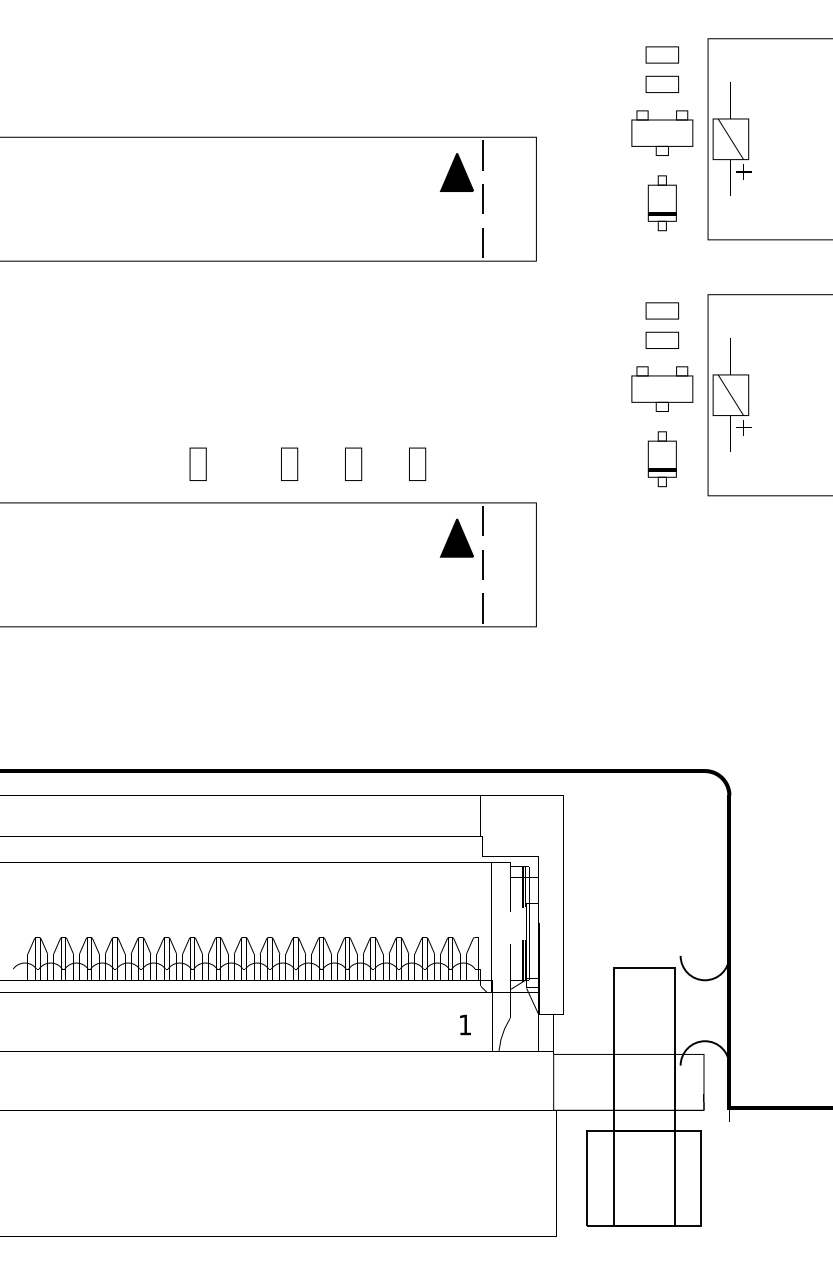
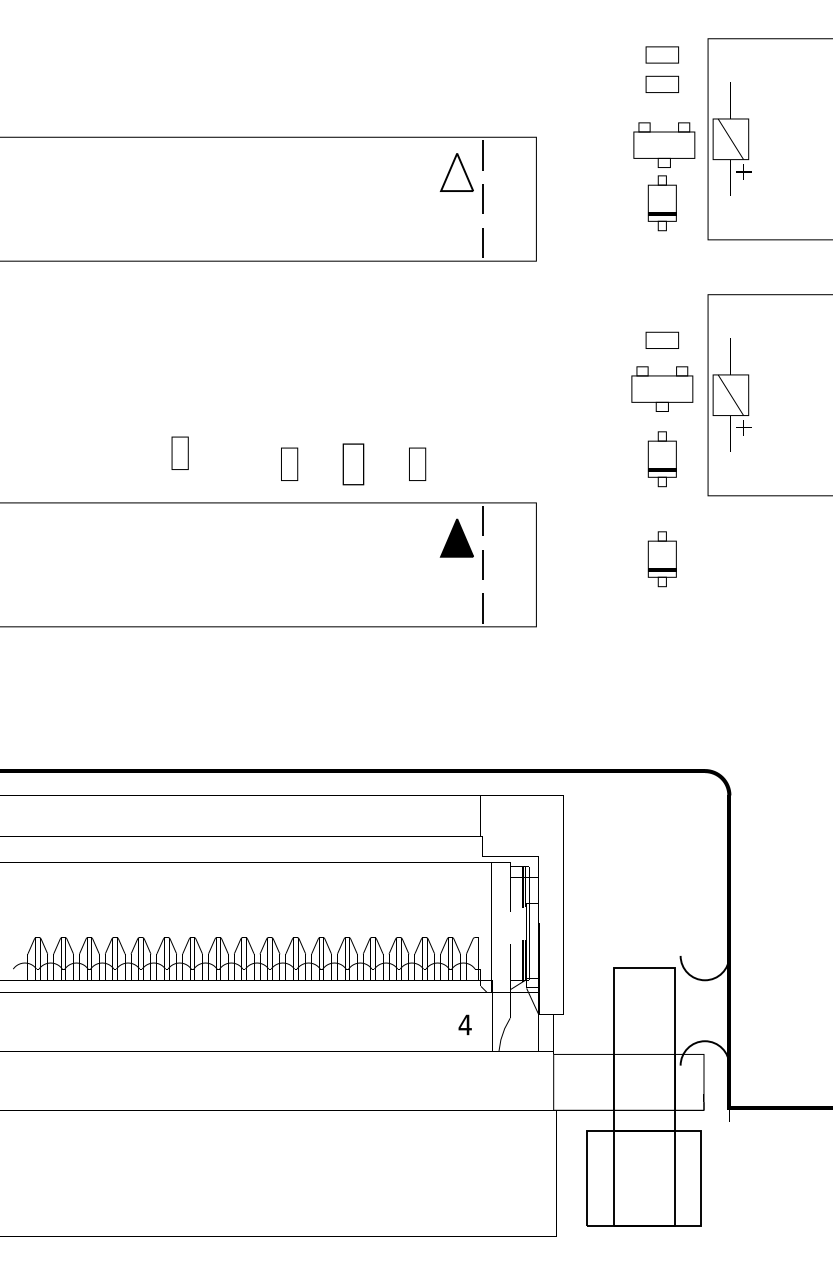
part at (662, 132) position: (662, 132) -> (664, 144)
fill at (457, 172): present -> none
part at (661, 310): present -> none
part at (197, 463) position: (197, 463) -> (179, 452)
part at (353, 463) size: 18x34 px -> 23x43 px
part at (661, 559): none -> present
text at (464, 1024): 1 -> 4
